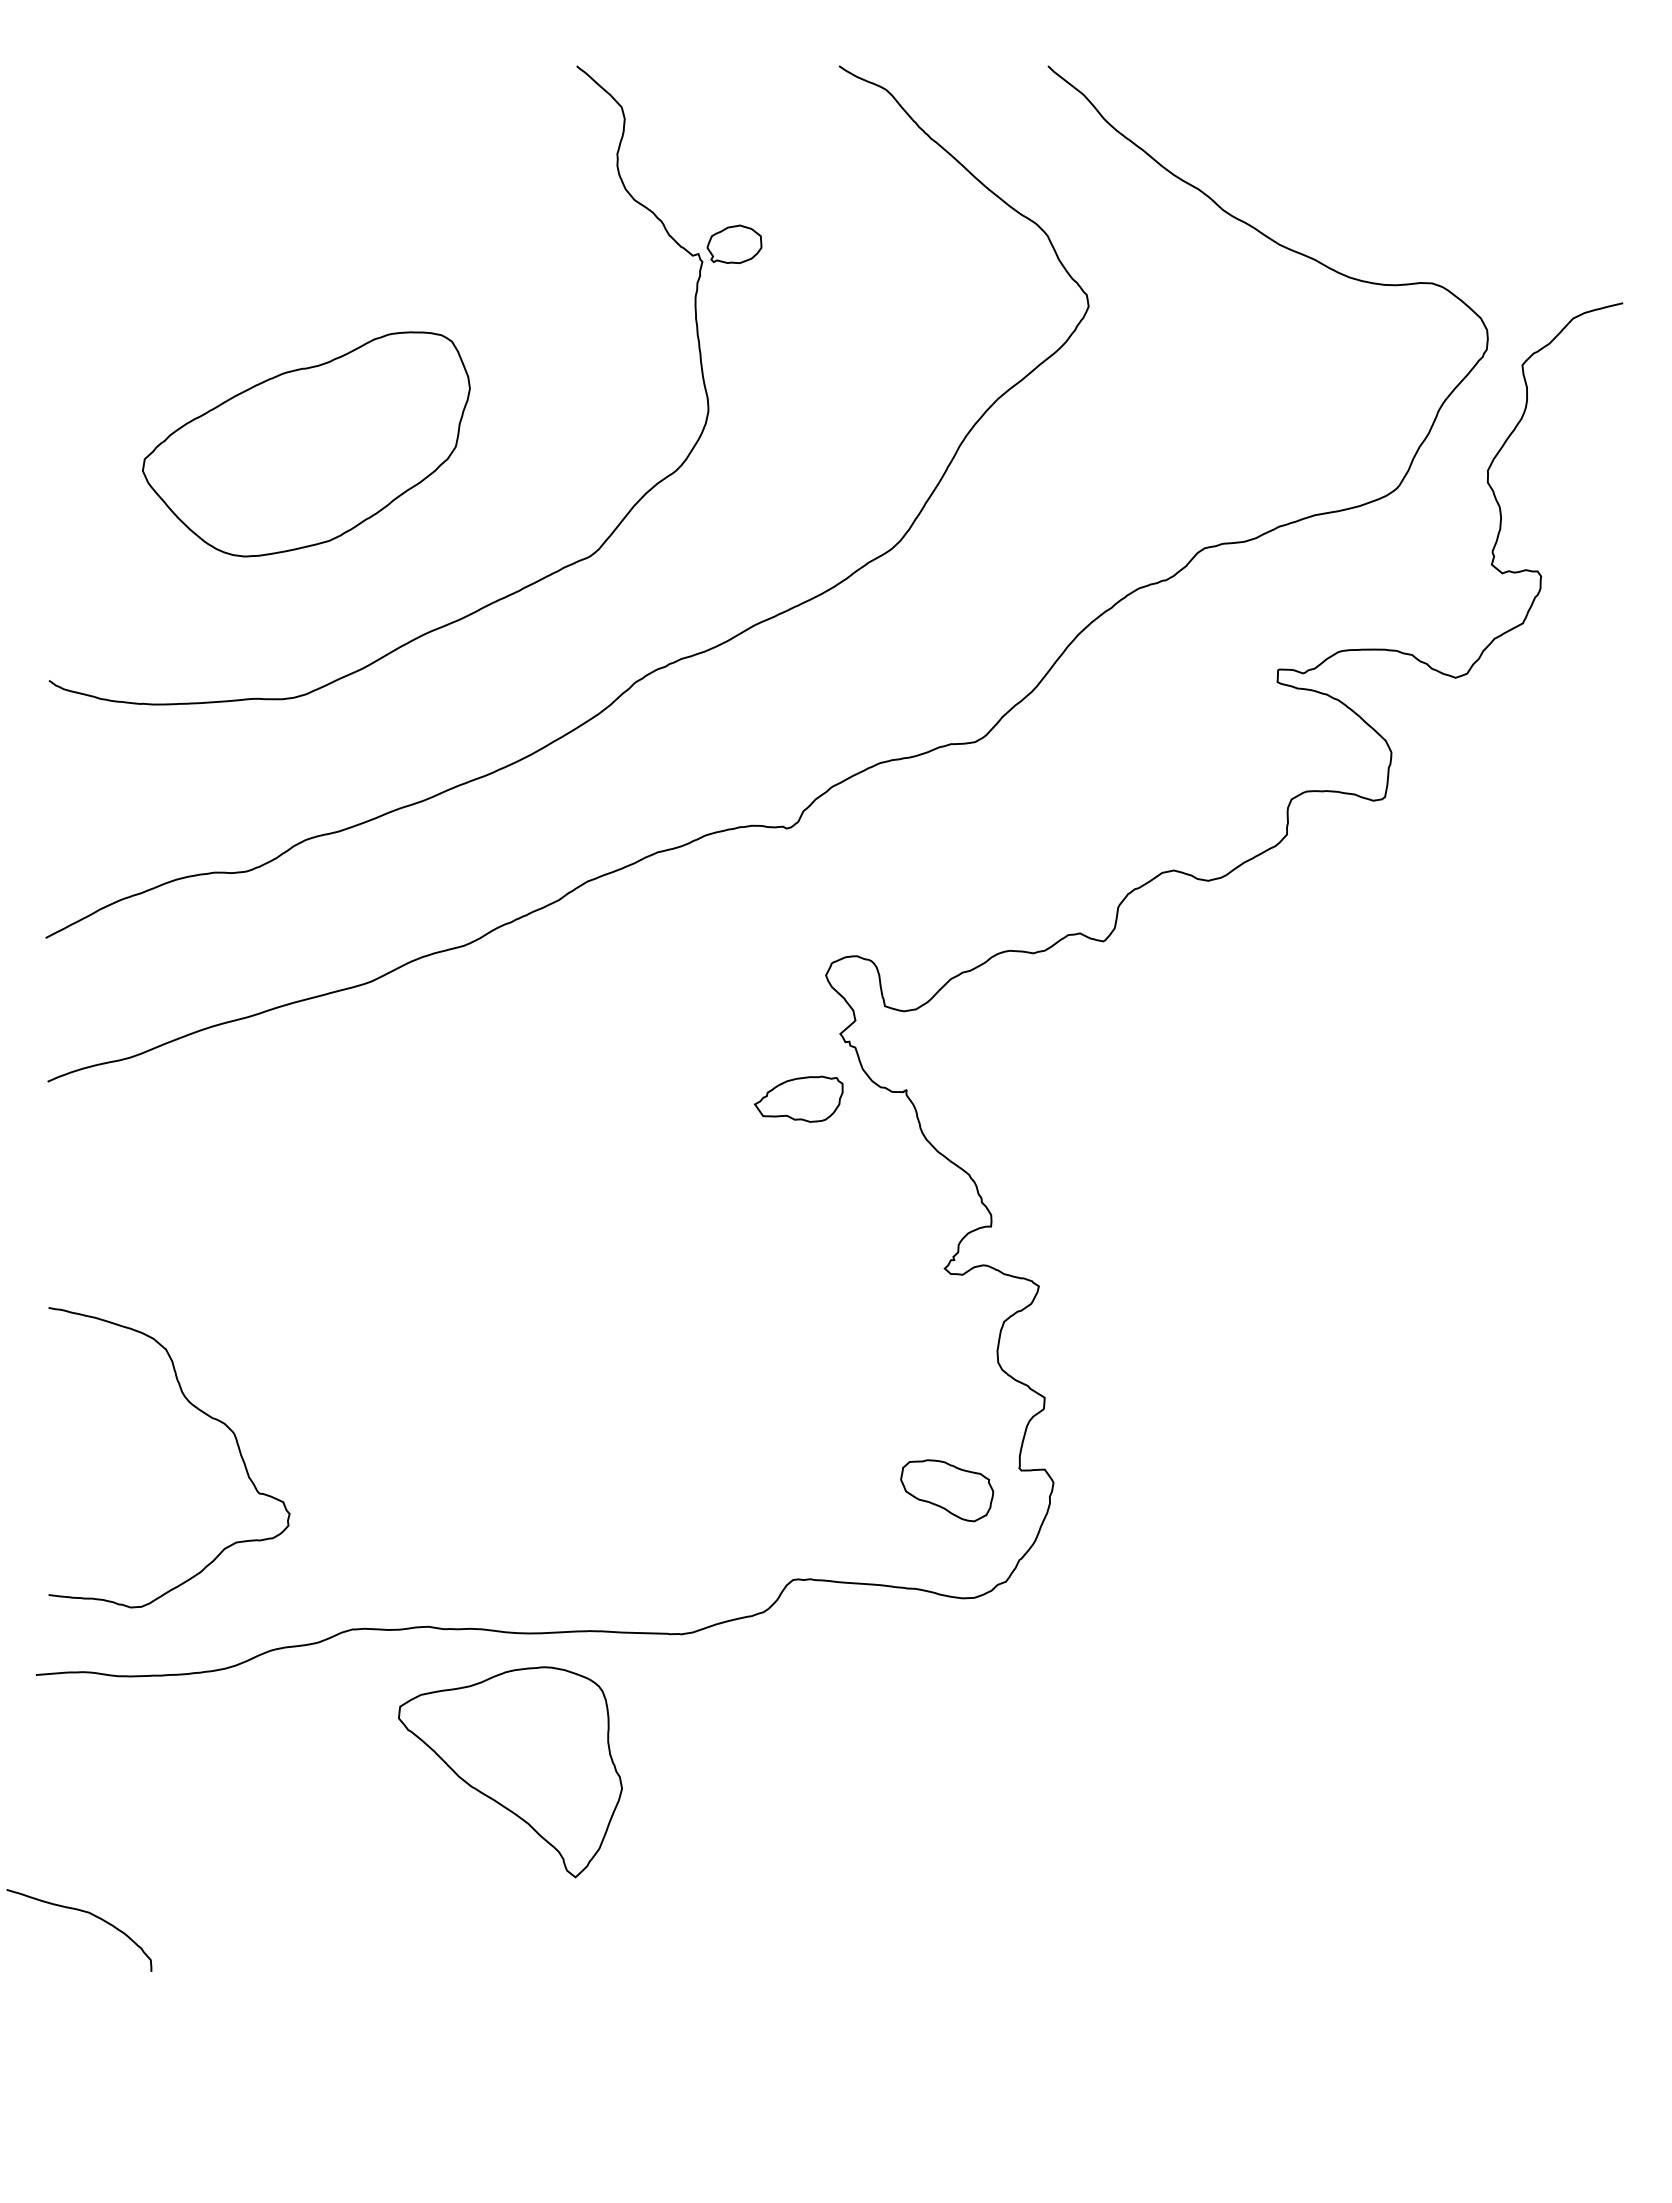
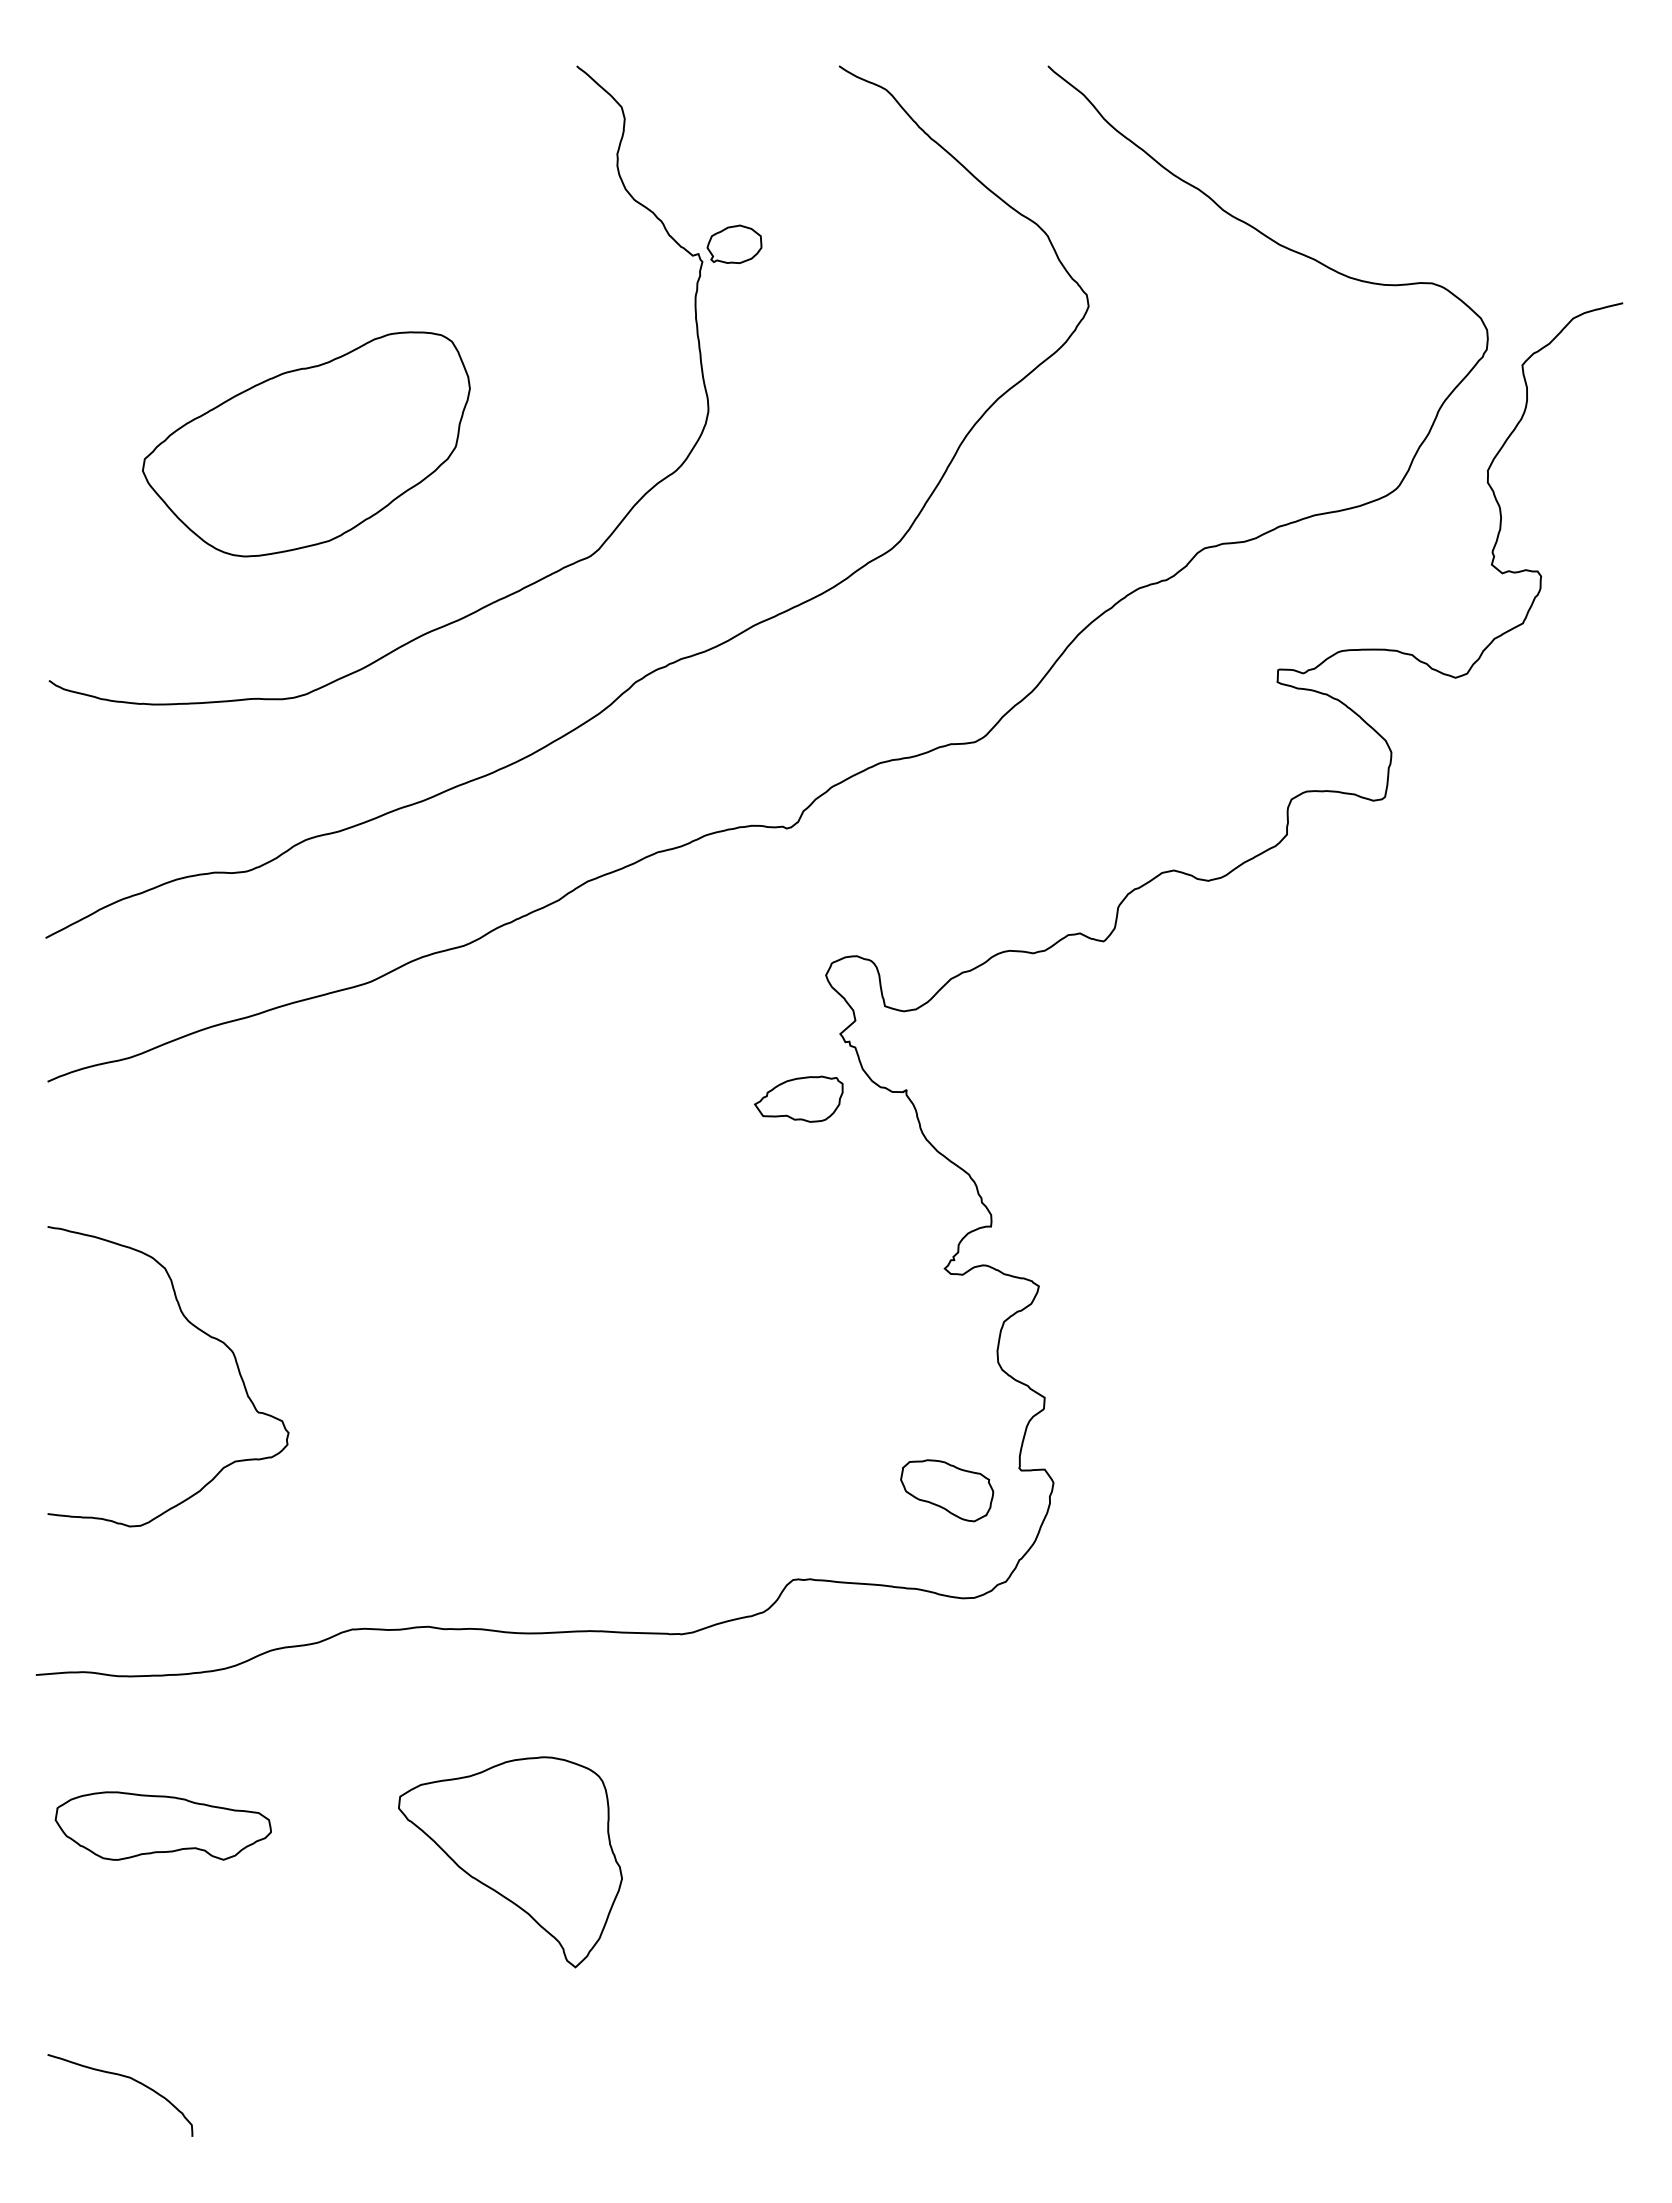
curve at (201, 1412) position: (201, 1412) -> (200, 1331)
part at (510, 1772) position: (510, 1772) -> (510, 1862)
part at (162, 1825): none -> present
curve at (83, 1912) position: (83, 1912) -> (124, 2077)
